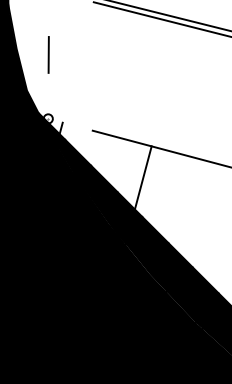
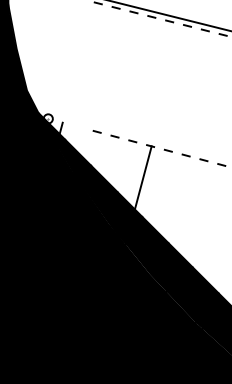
line at (162, 19): solid -> dashed
line at (48, 54): present -> none
line at (162, 149): solid -> dashed
